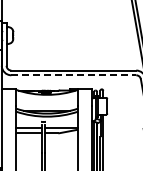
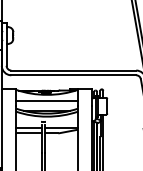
line at (74, 75): dashed -> solid
line at (47, 101): none -> present
